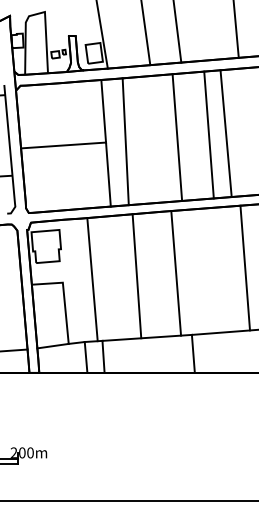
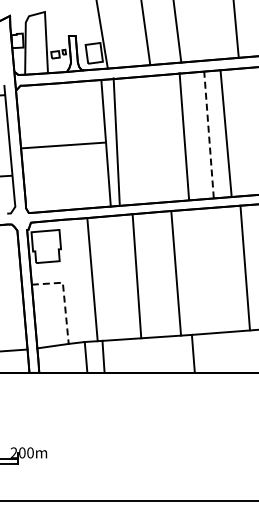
line at (209, 135): solid -> dashed
line at (177, 137) position: (177, 137) -> (184, 136)
line at (125, 141) position: (125, 141) -> (116, 141)
line at (64, 297): solid -> dashed
